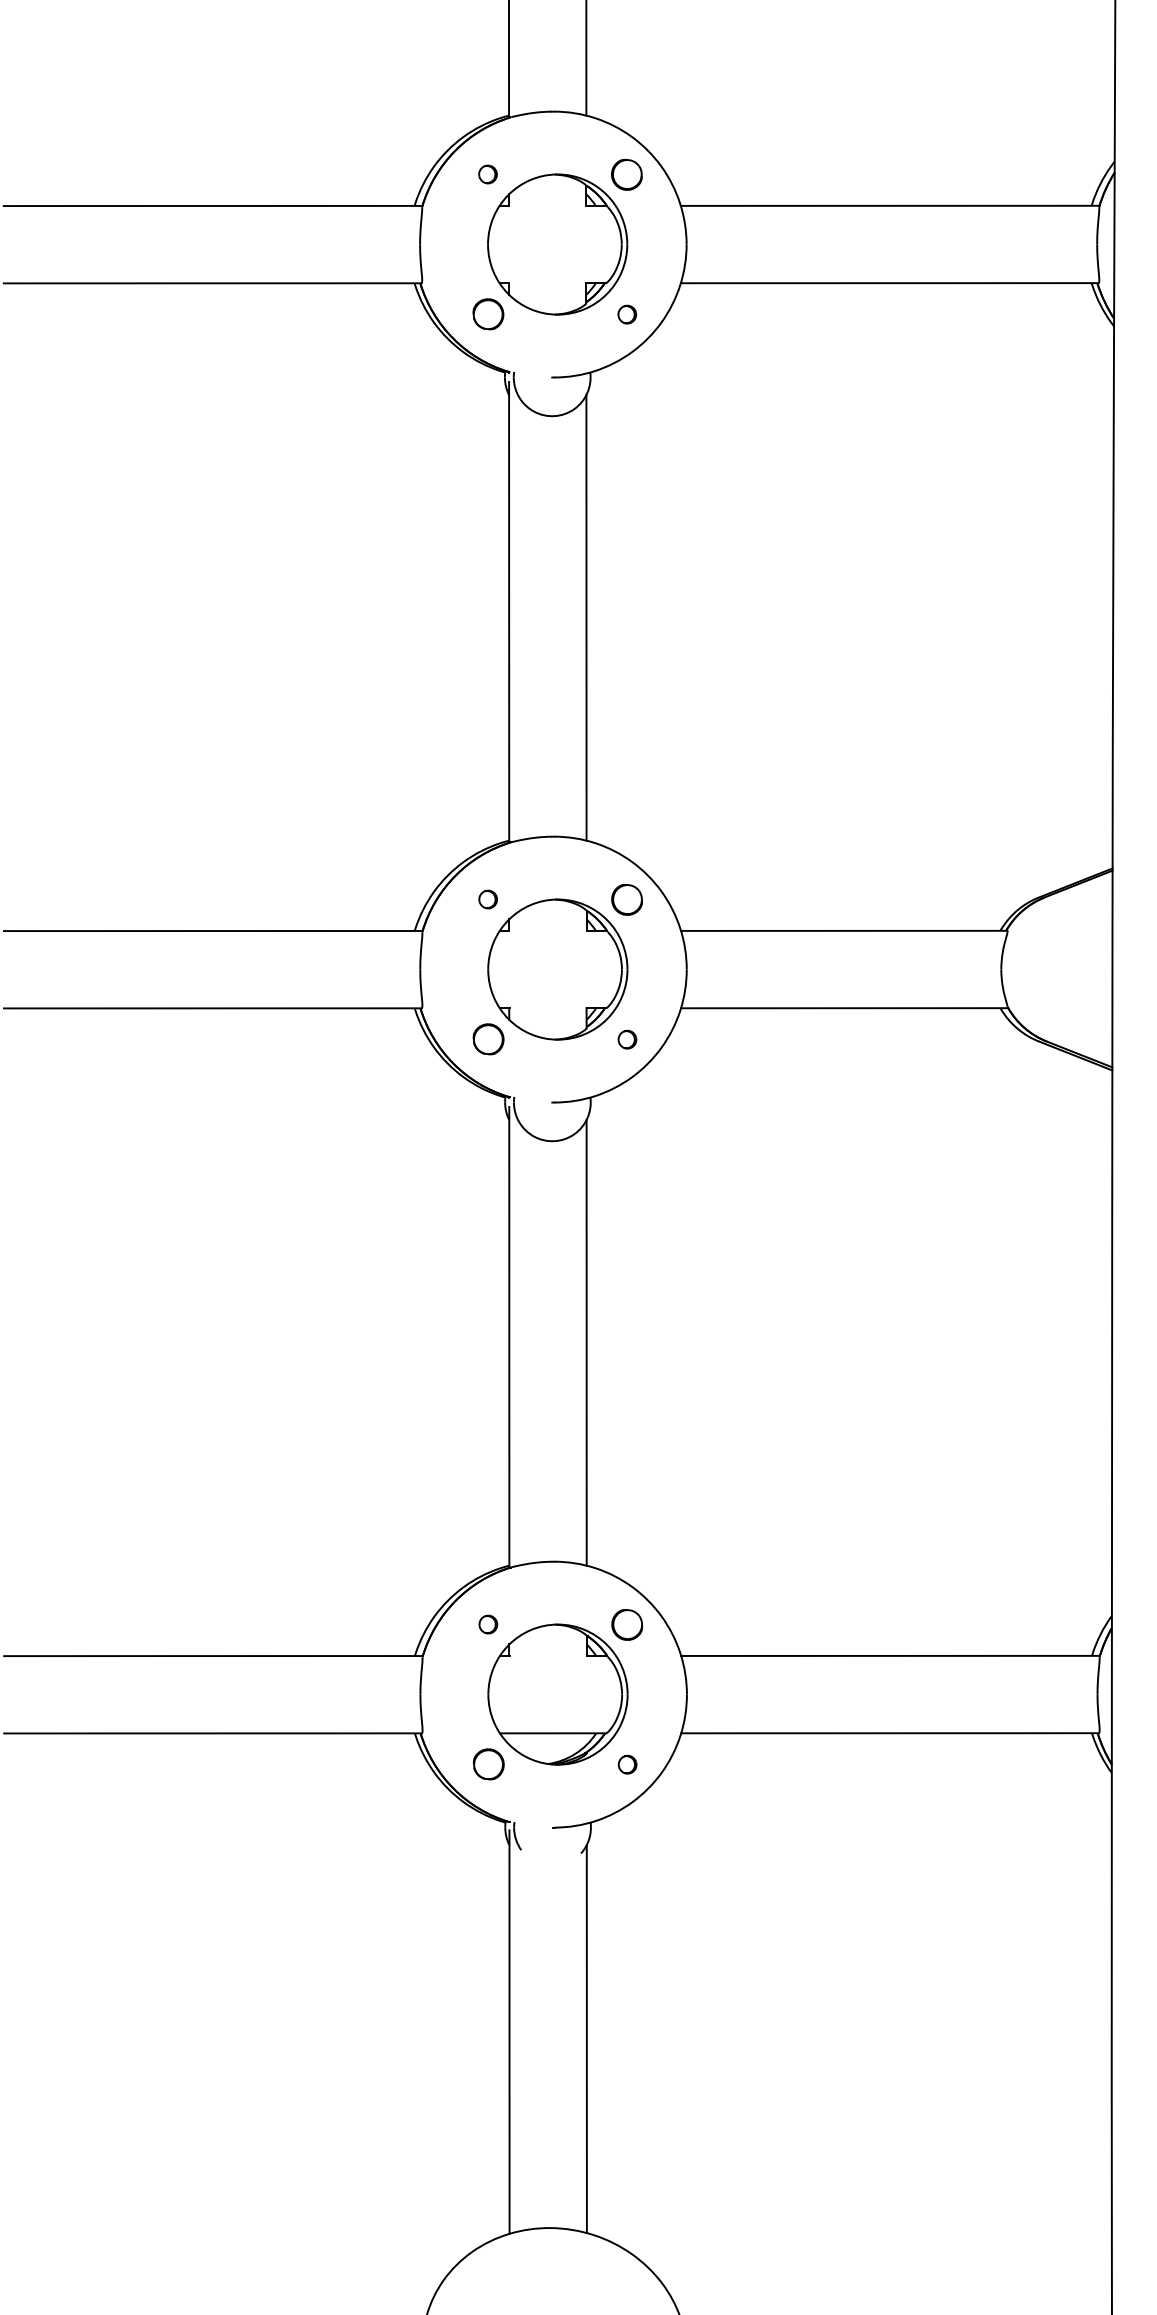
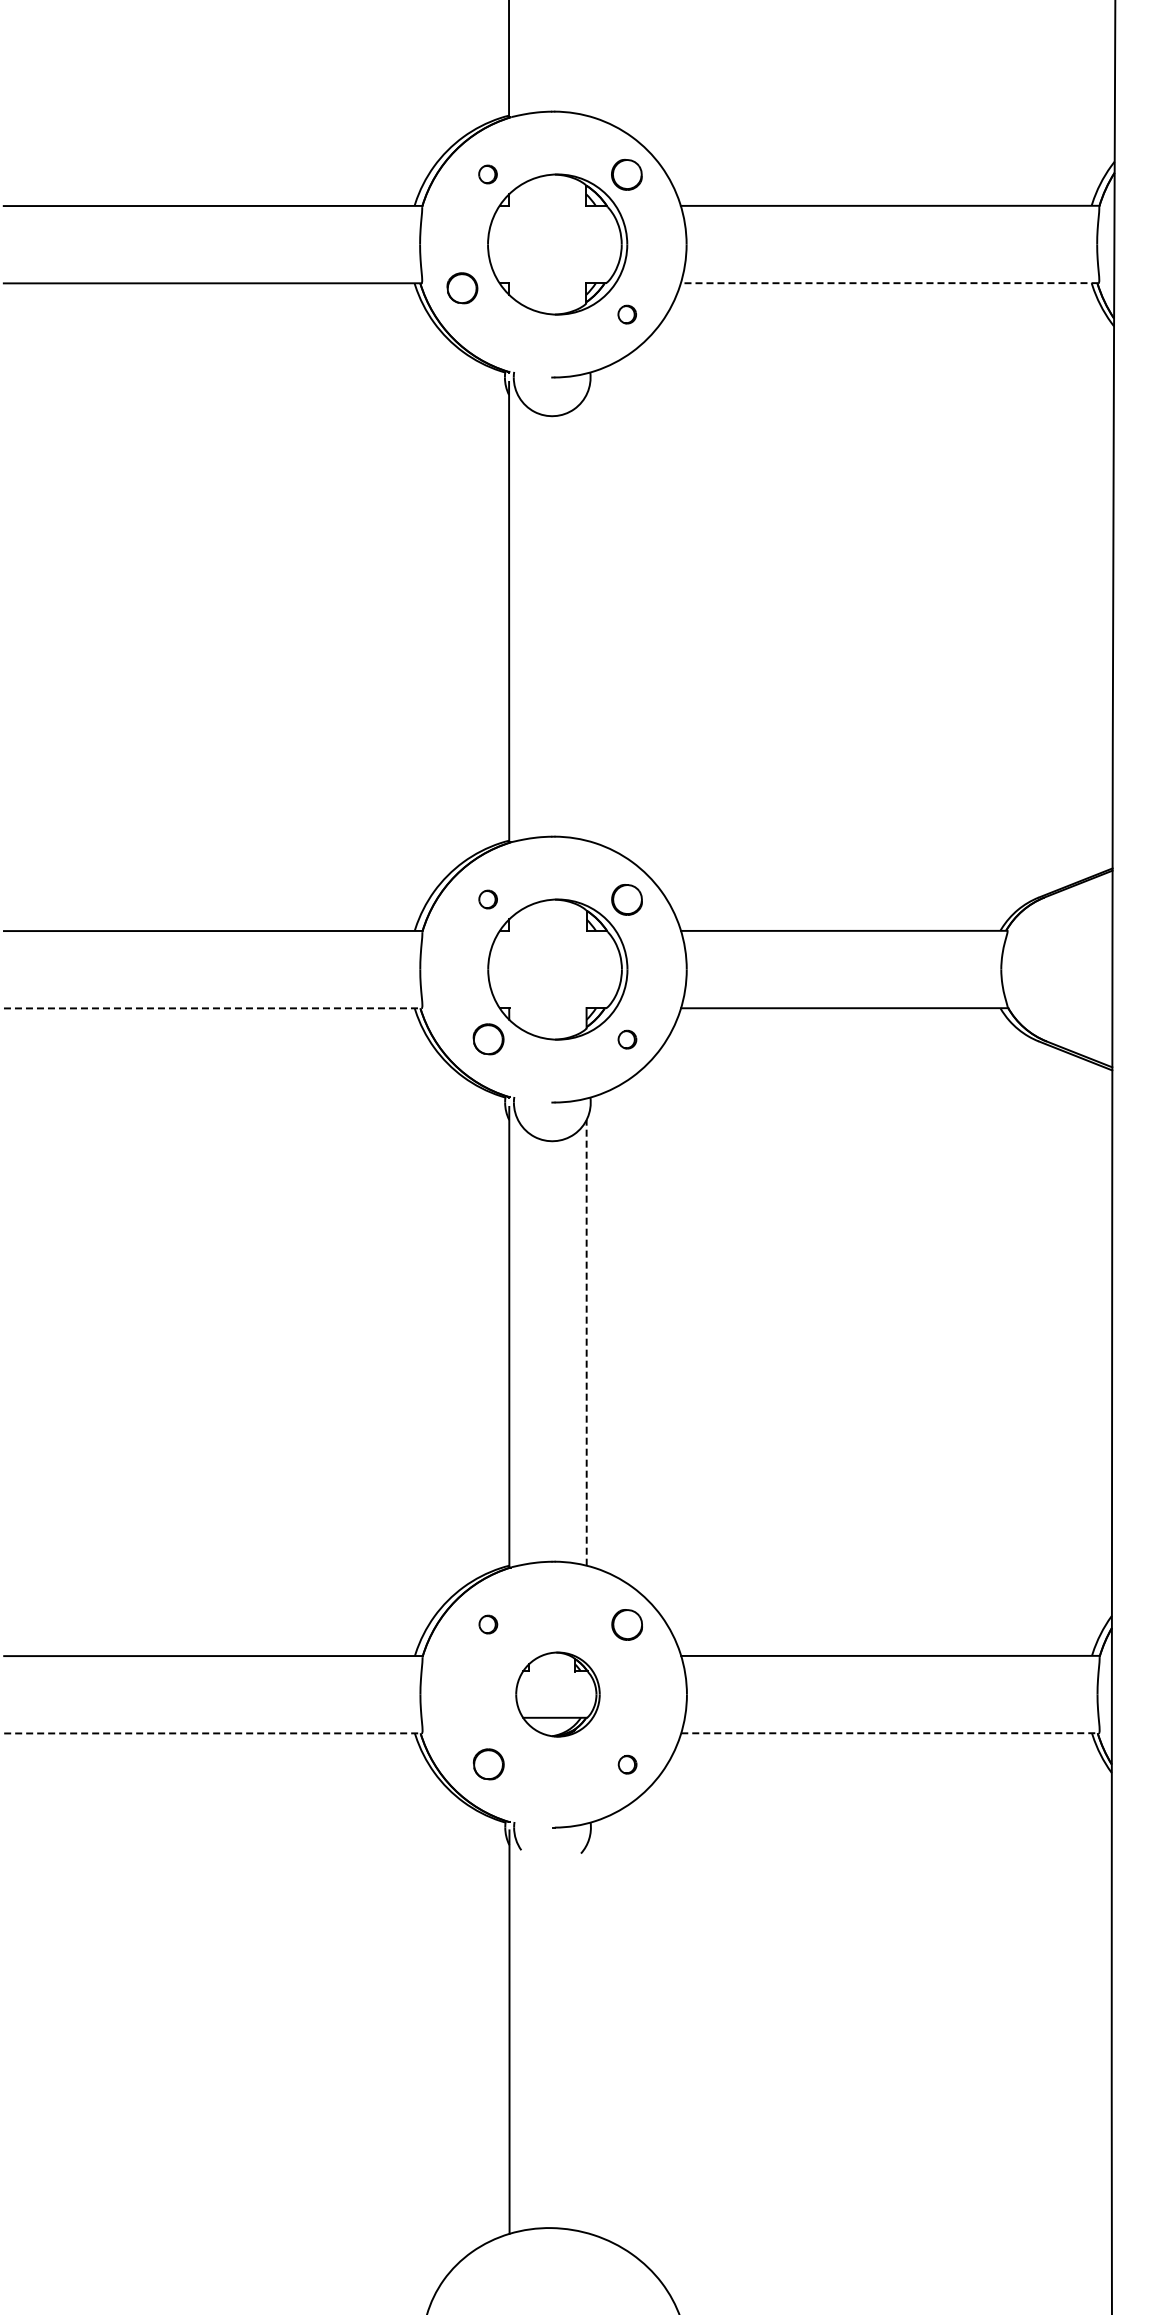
line at (586, 58): present -> none
line at (889, 283): solid -> dashed
part at (488, 314) position: (488, 314) -> (462, 288)
line at (586, 617): present -> none
line at (212, 1008): solid -> dashed
line at (586, 1342): solid -> dashed
part at (557, 1694) size: 142x143 px -> 86x87 px
line at (212, 1733): solid -> dashed
line at (890, 1733): solid -> dashed
line at (586, 2039): present -> none
